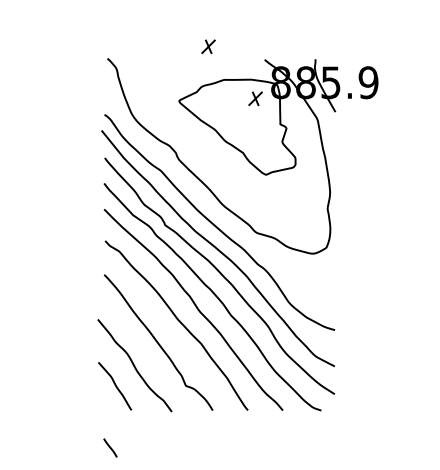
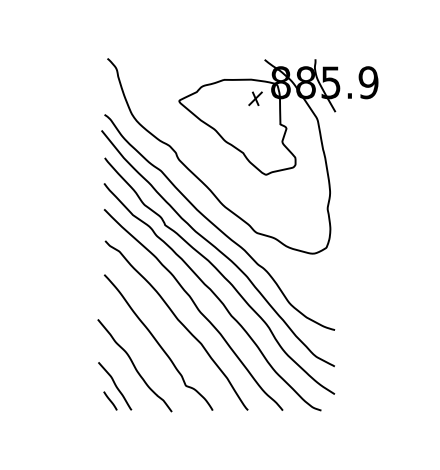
part at (208, 46): present -> none
line at (110, 447) position: (110, 447) -> (110, 400)
